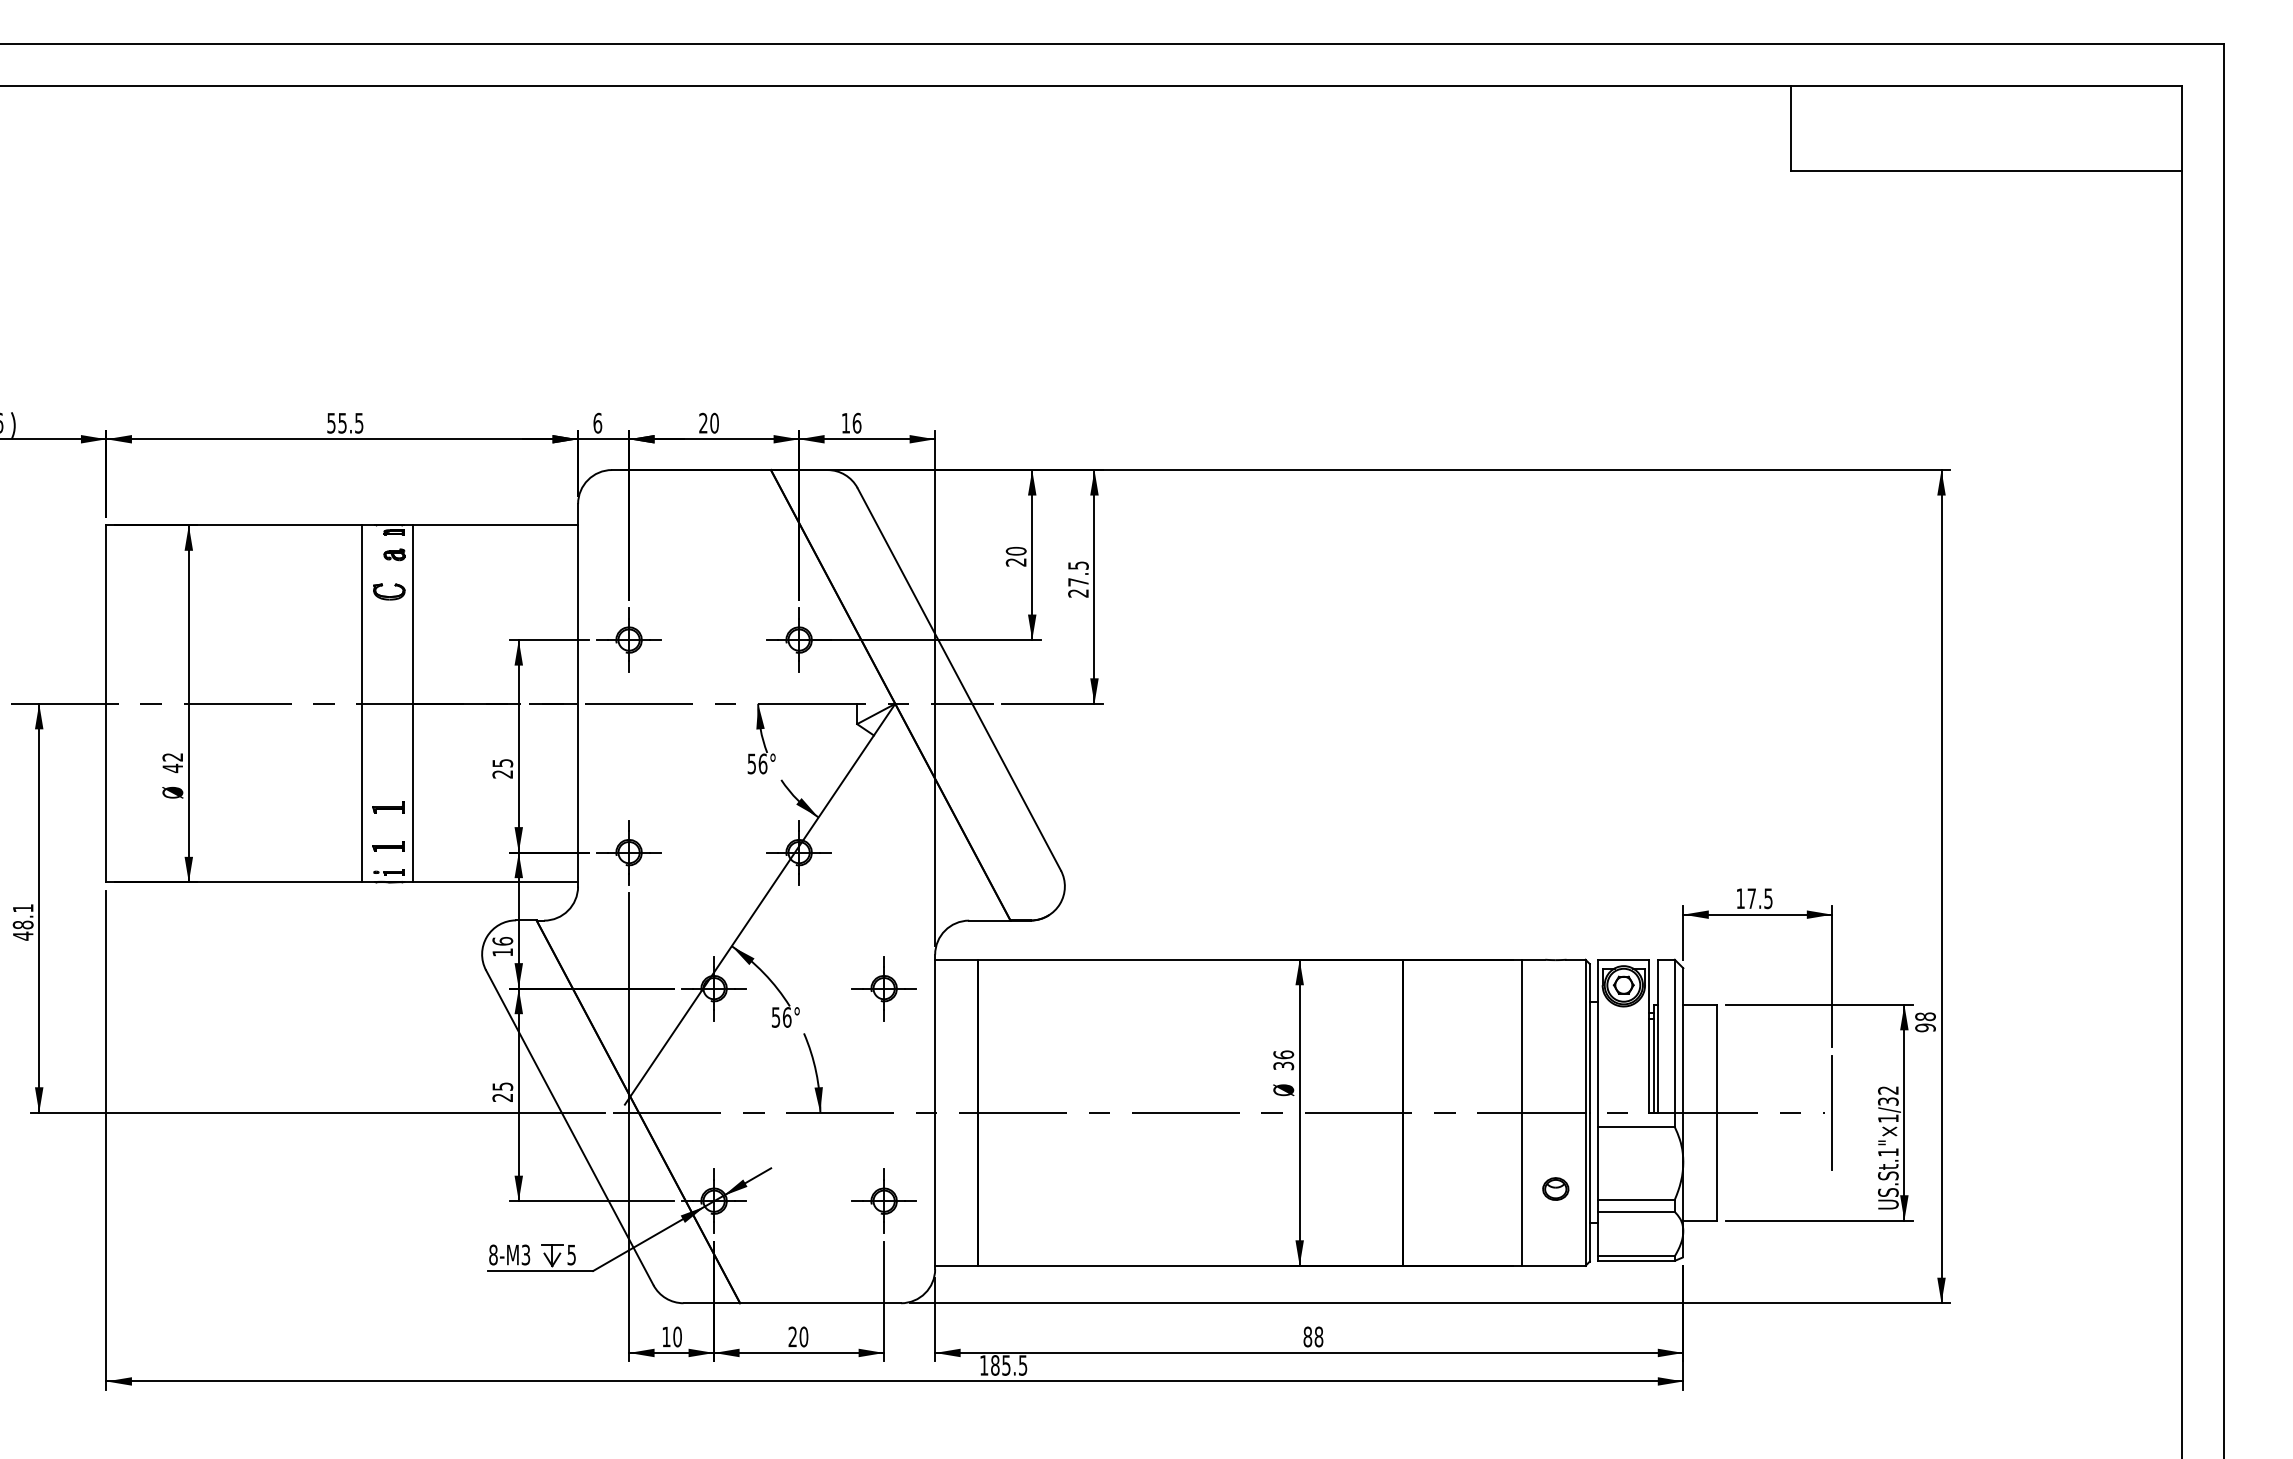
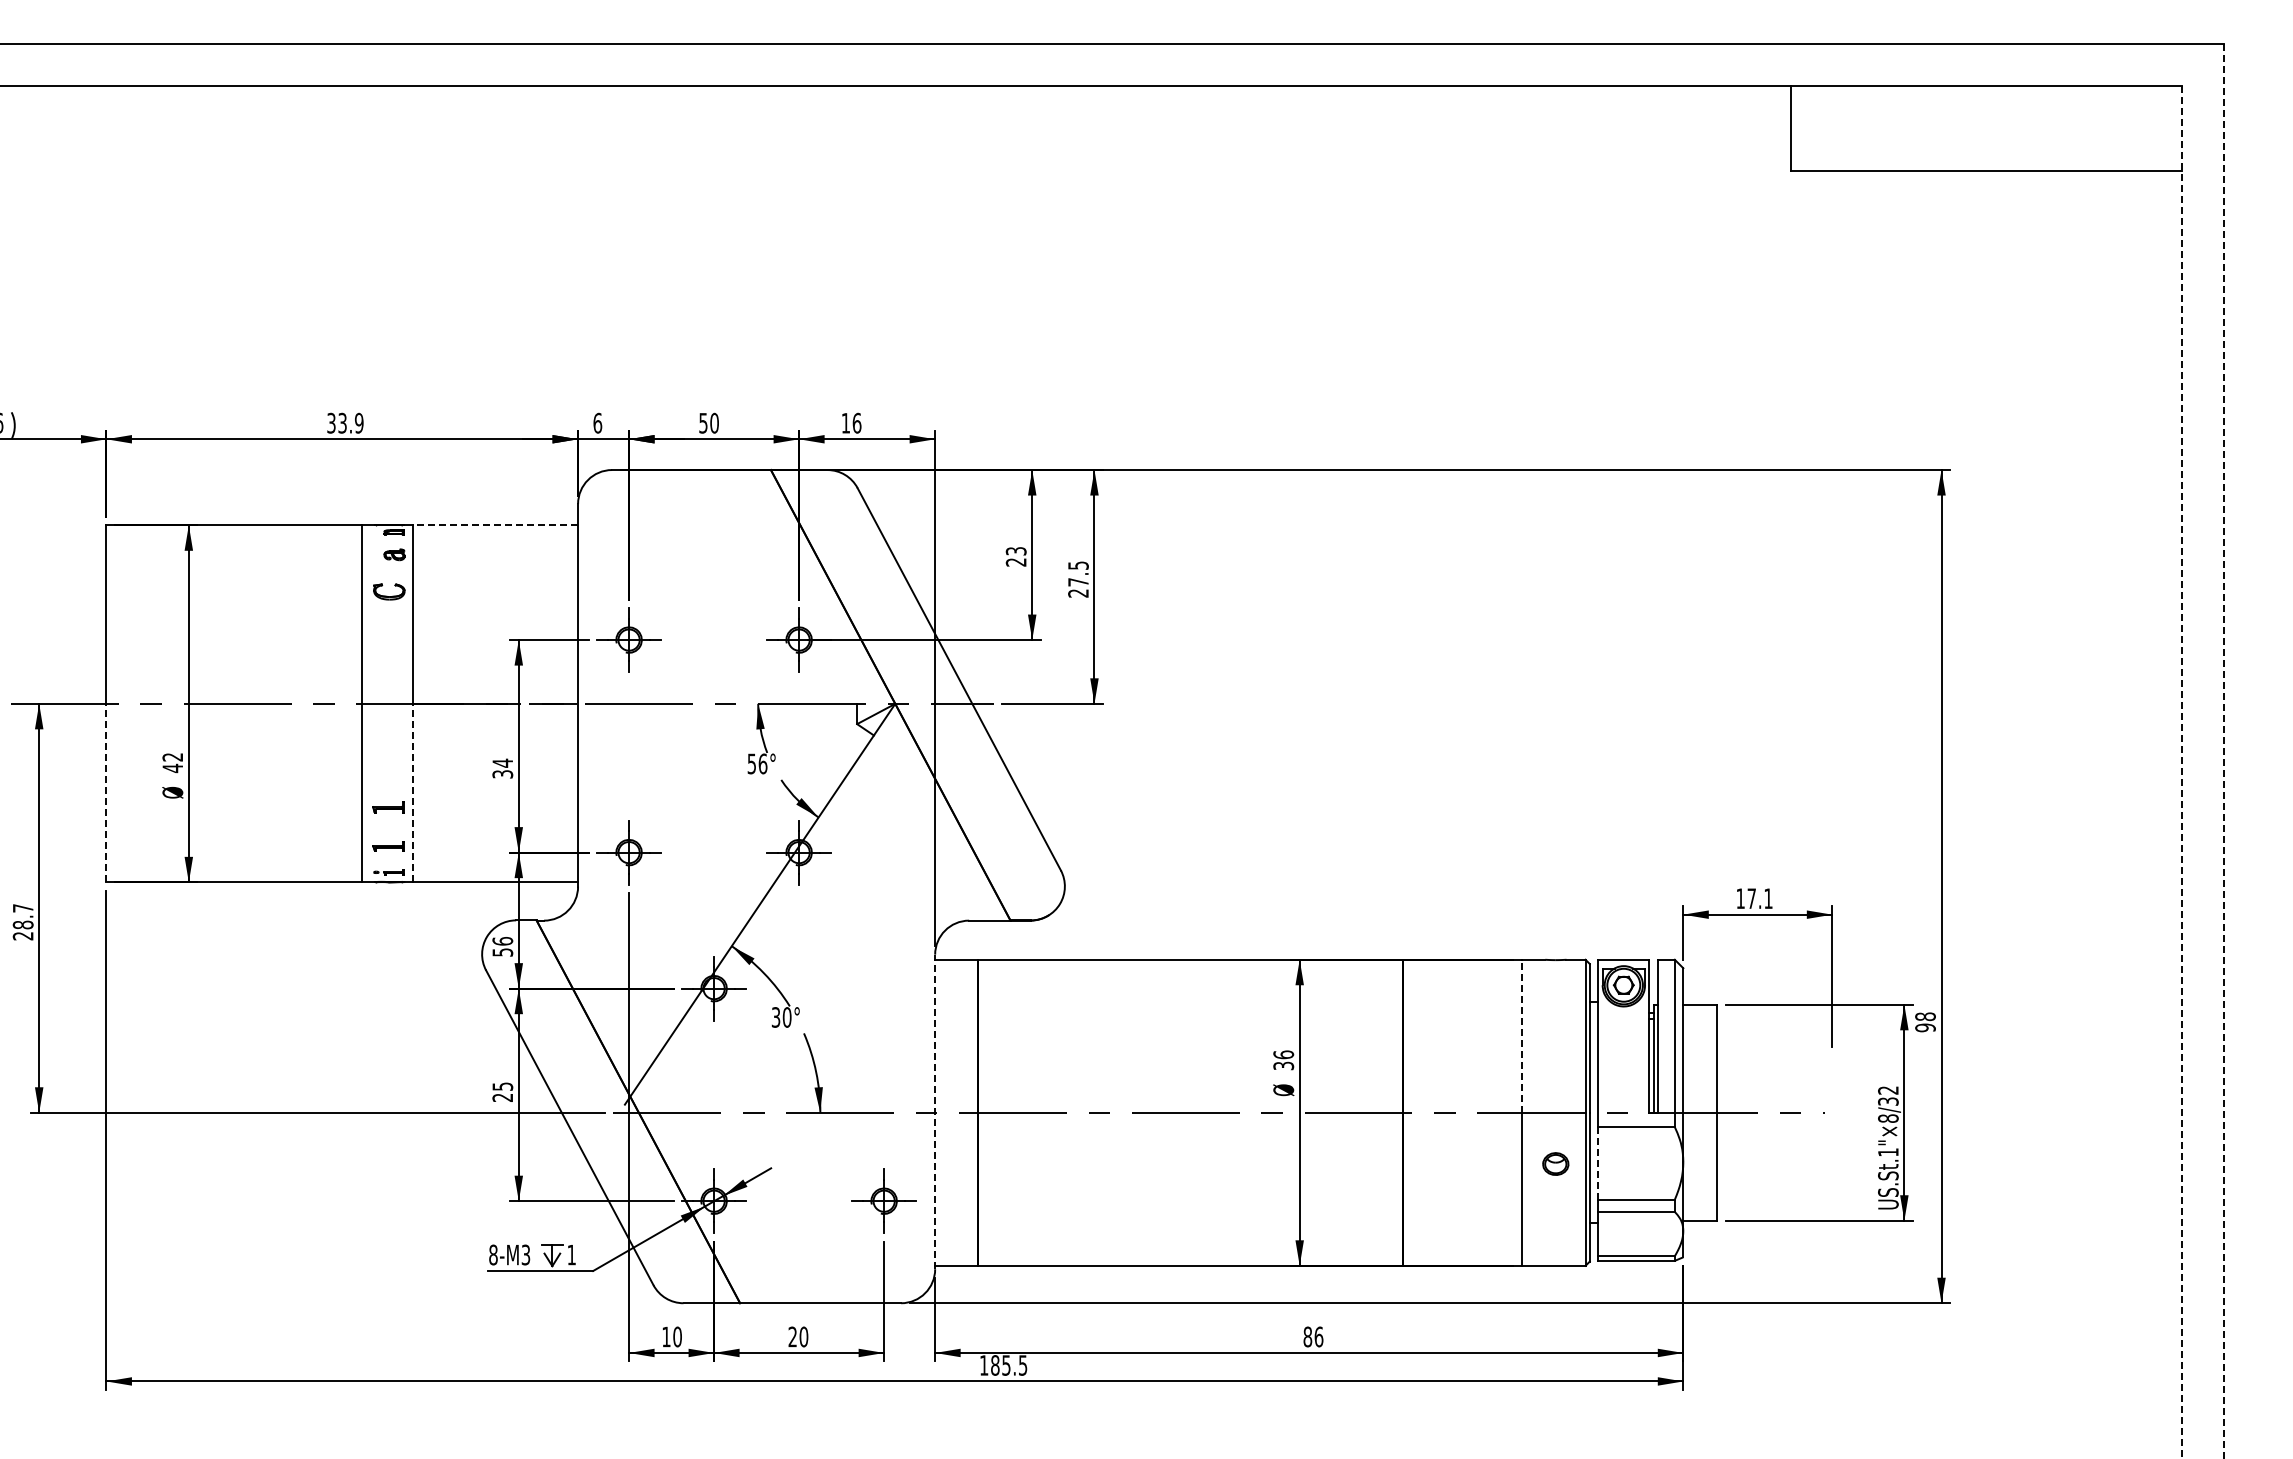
text at (345, 422): 55.5 -> 33.9
text at (703, 422): 20 -> 50
line at (495, 525): solid -> dashed
text at (1015, 550): 20 -> 23
line at (2224, 751): solid -> dashed
text at (502, 768): 25 -> 34
line at (2181, 773): solid -> dashed
line at (106, 792): solid -> dashed
line at (412, 792): solid -> dashed
text at (1768, 898): 17.5 -> 17.1
text at (22, 922): 48.1 -> 28.7
text at (502, 952): 16 -> 56
part at (883, 988): present -> none
text at (781, 1017): 56° -> 30°
line at (1521, 1036): solid -> dashed
line at (935, 1111): solid -> dashed
line at (1832, 1112): present -> none
text at (1888, 1118): US.St.1"×1/32 -> US.St.1"×8/32
line at (1598, 1163): solid -> dashed
part at (1555, 1188) position: (1555, 1188) -> (1555, 1163)
text at (571, 1255): 5 -> 1
text at (1318, 1336): 88 -> 86
